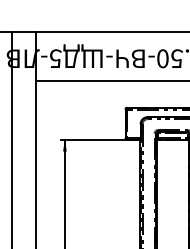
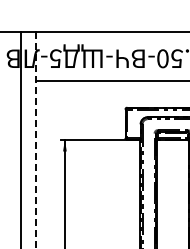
line at (11, 138) position: (11, 138) -> (20, 138)
line at (36, 140): solid -> dashed
